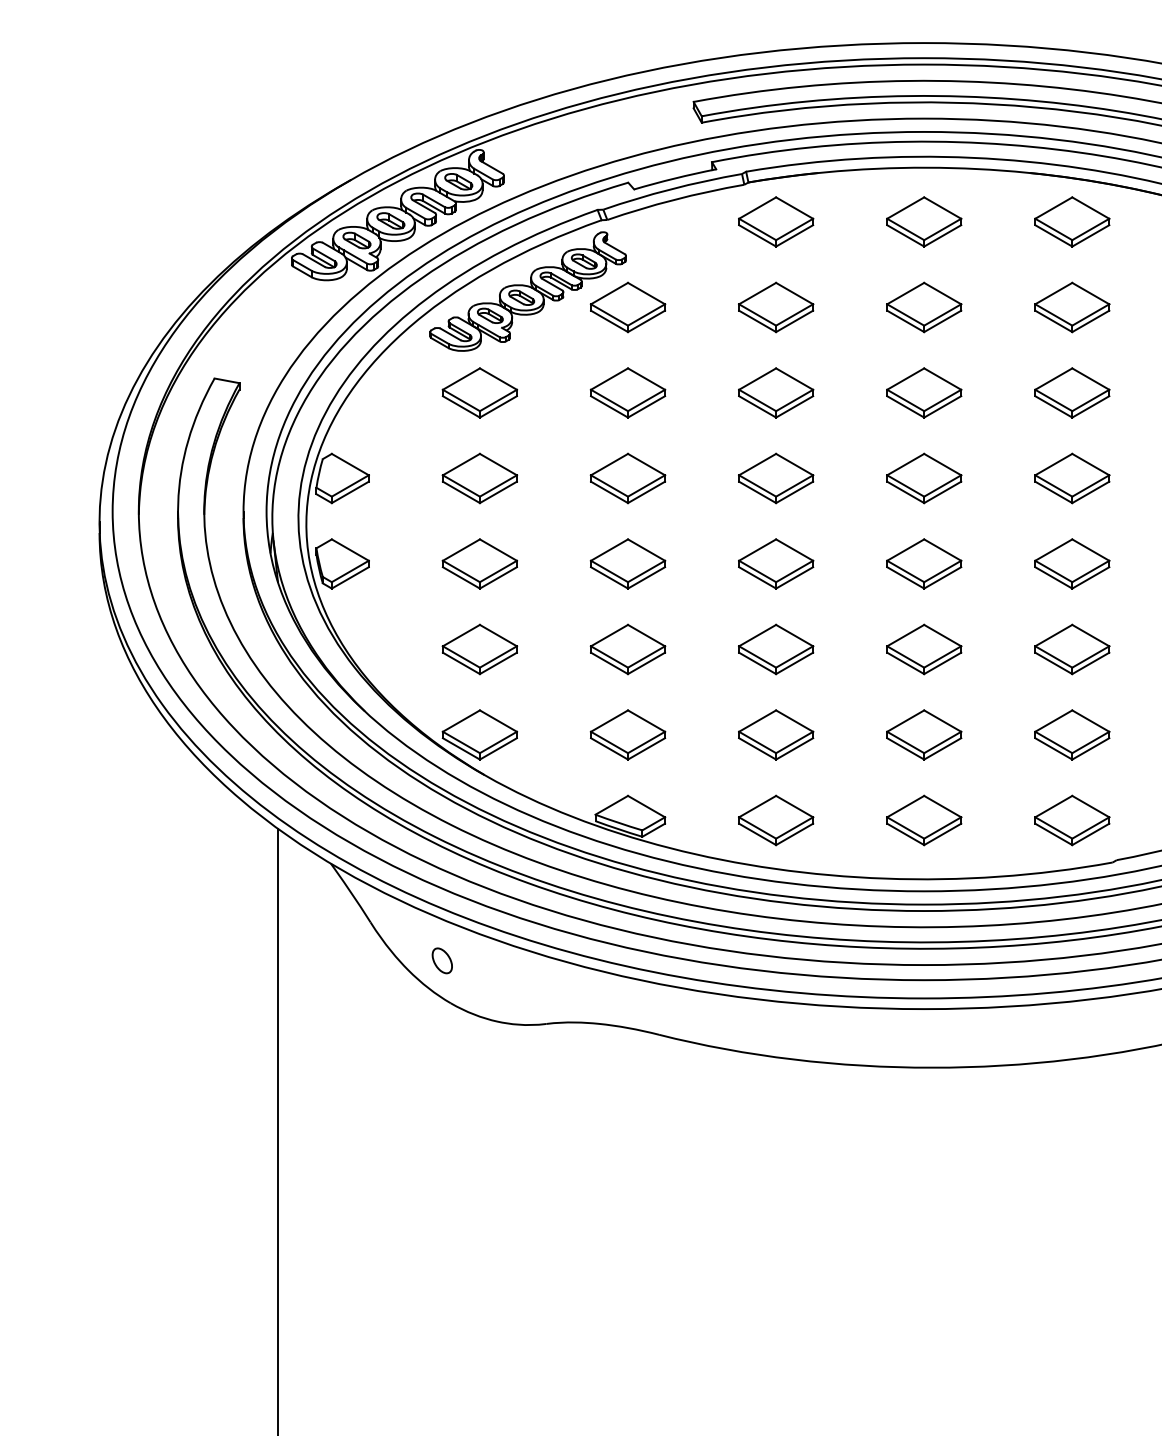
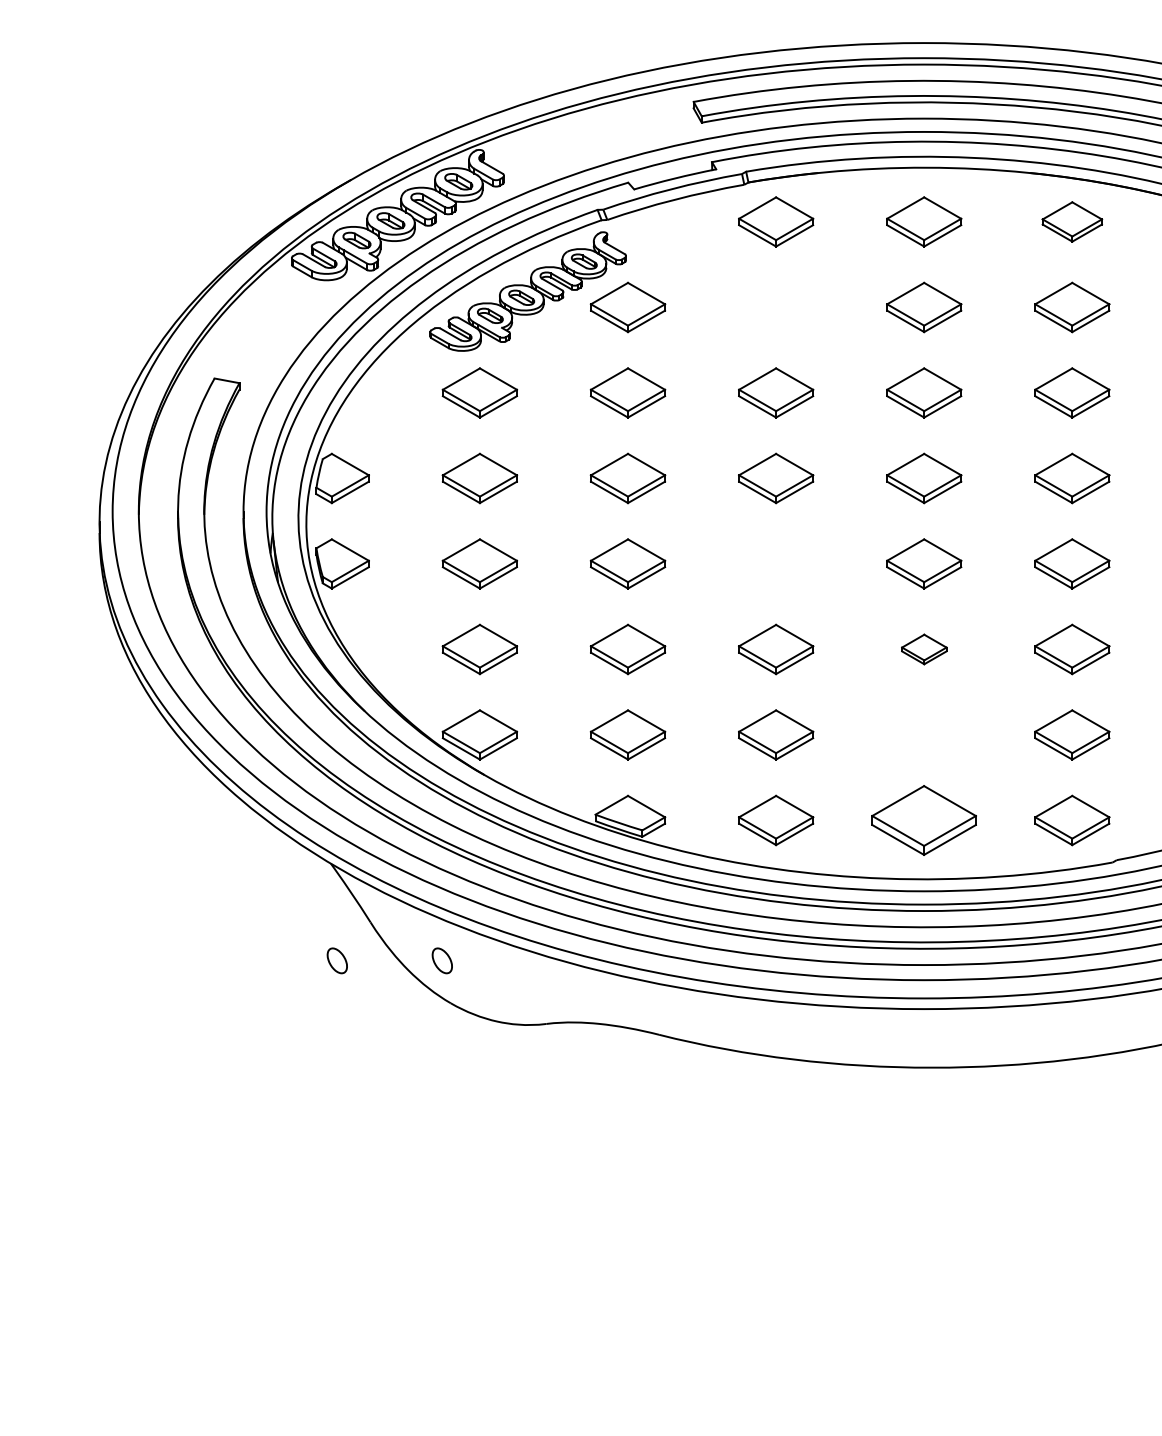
part at (1072, 221) size: 77x52 px -> 63x42 px
part at (776, 307): present -> none
part at (776, 563): present -> none
part at (924, 649) size: 77x53 px -> 47x33 px
part at (924, 734): present -> none
part at (924, 820) size: 77x53 px -> 106x71 px
part at (336, 960): none -> present
line at (277, 1130): present -> none
